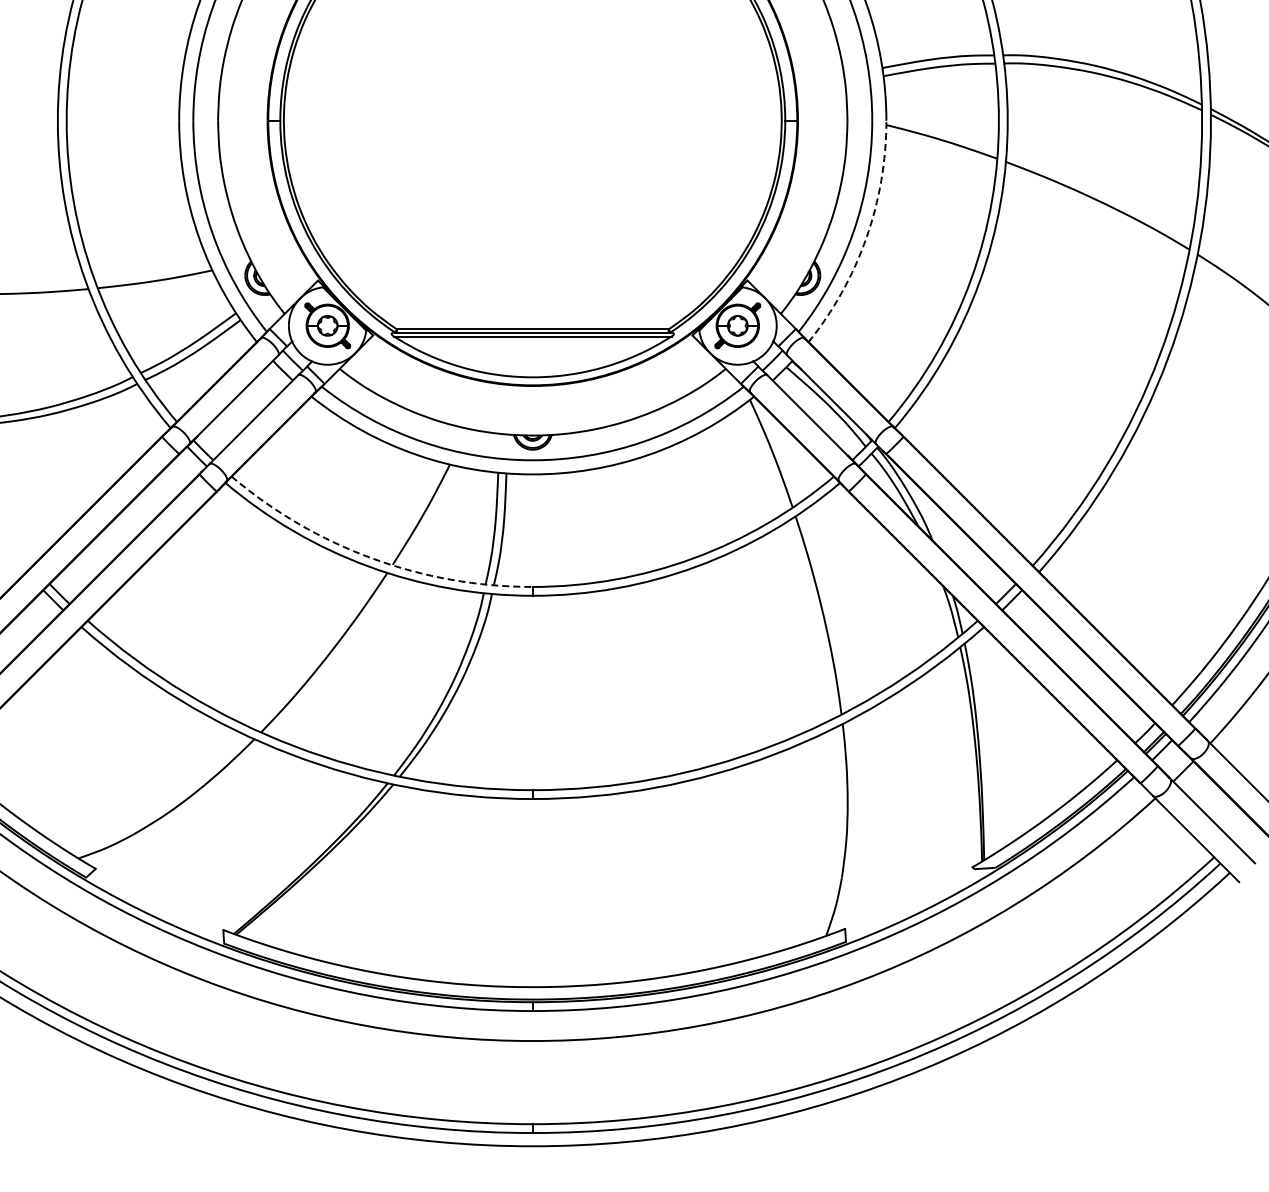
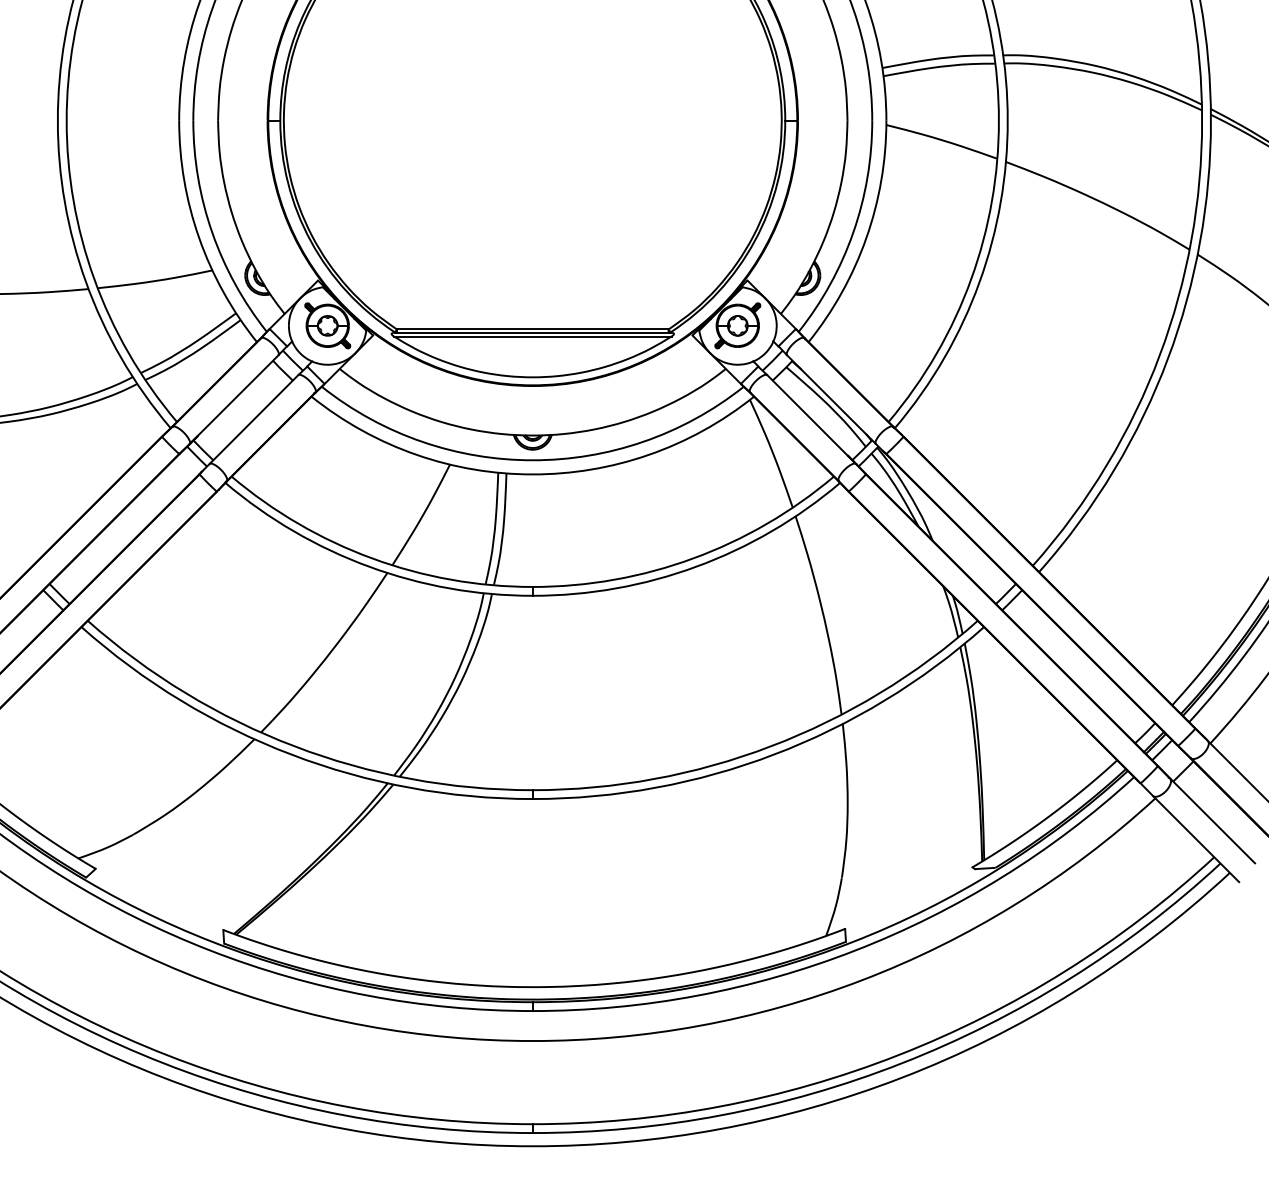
arc at (866, 238): dashed -> solid
arc at (372, 558): dashed -> solid
